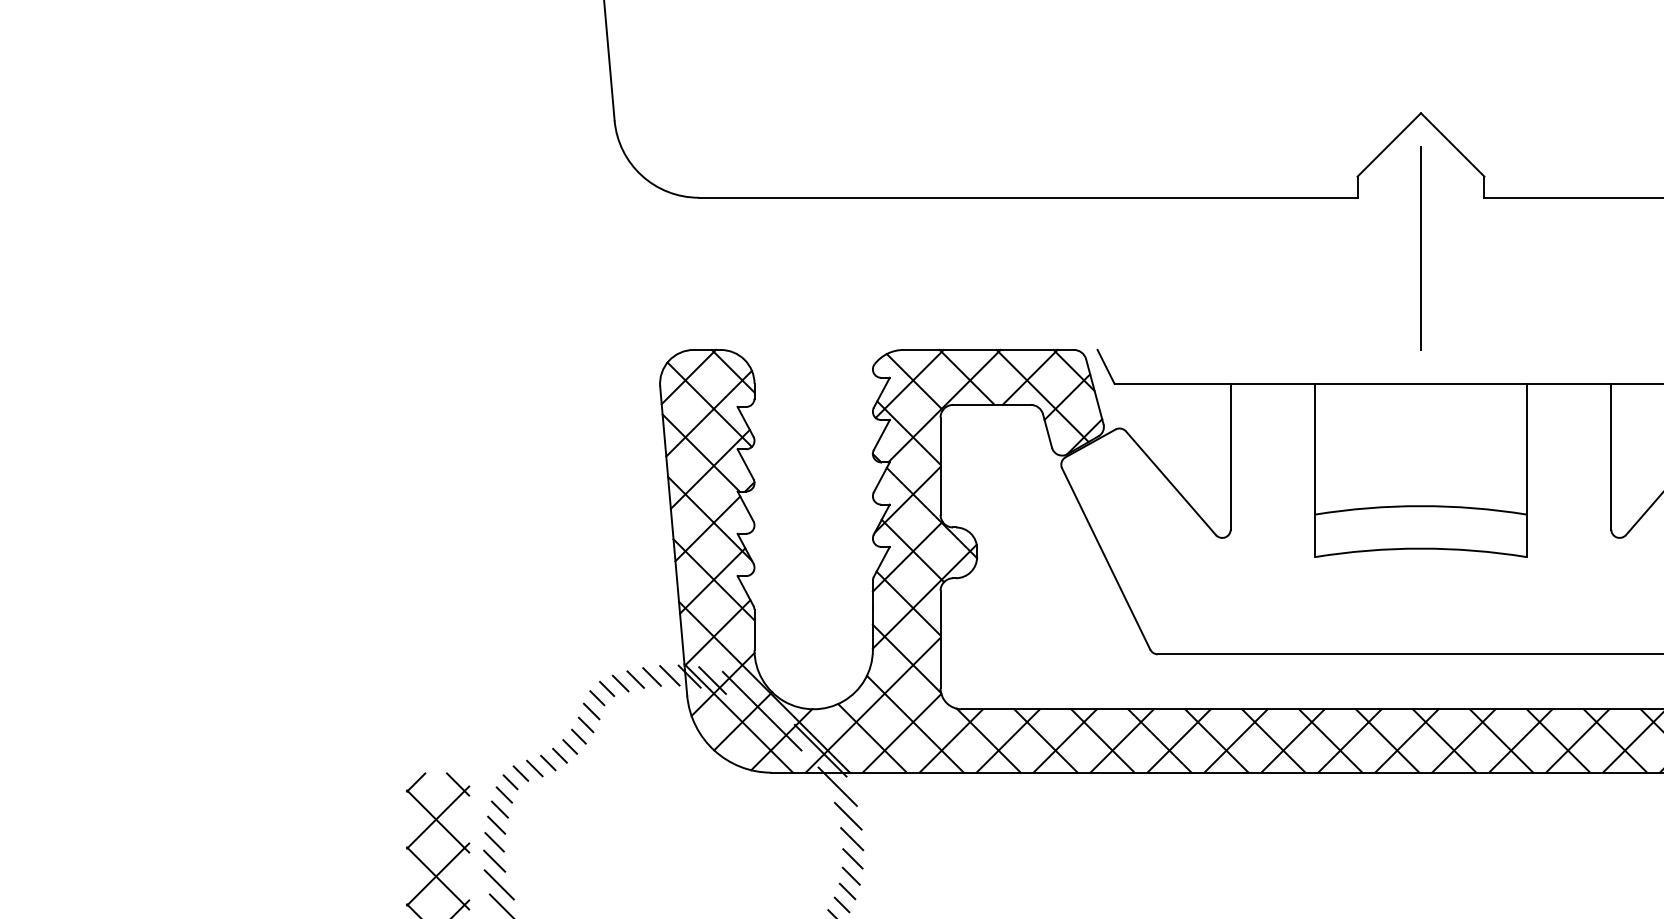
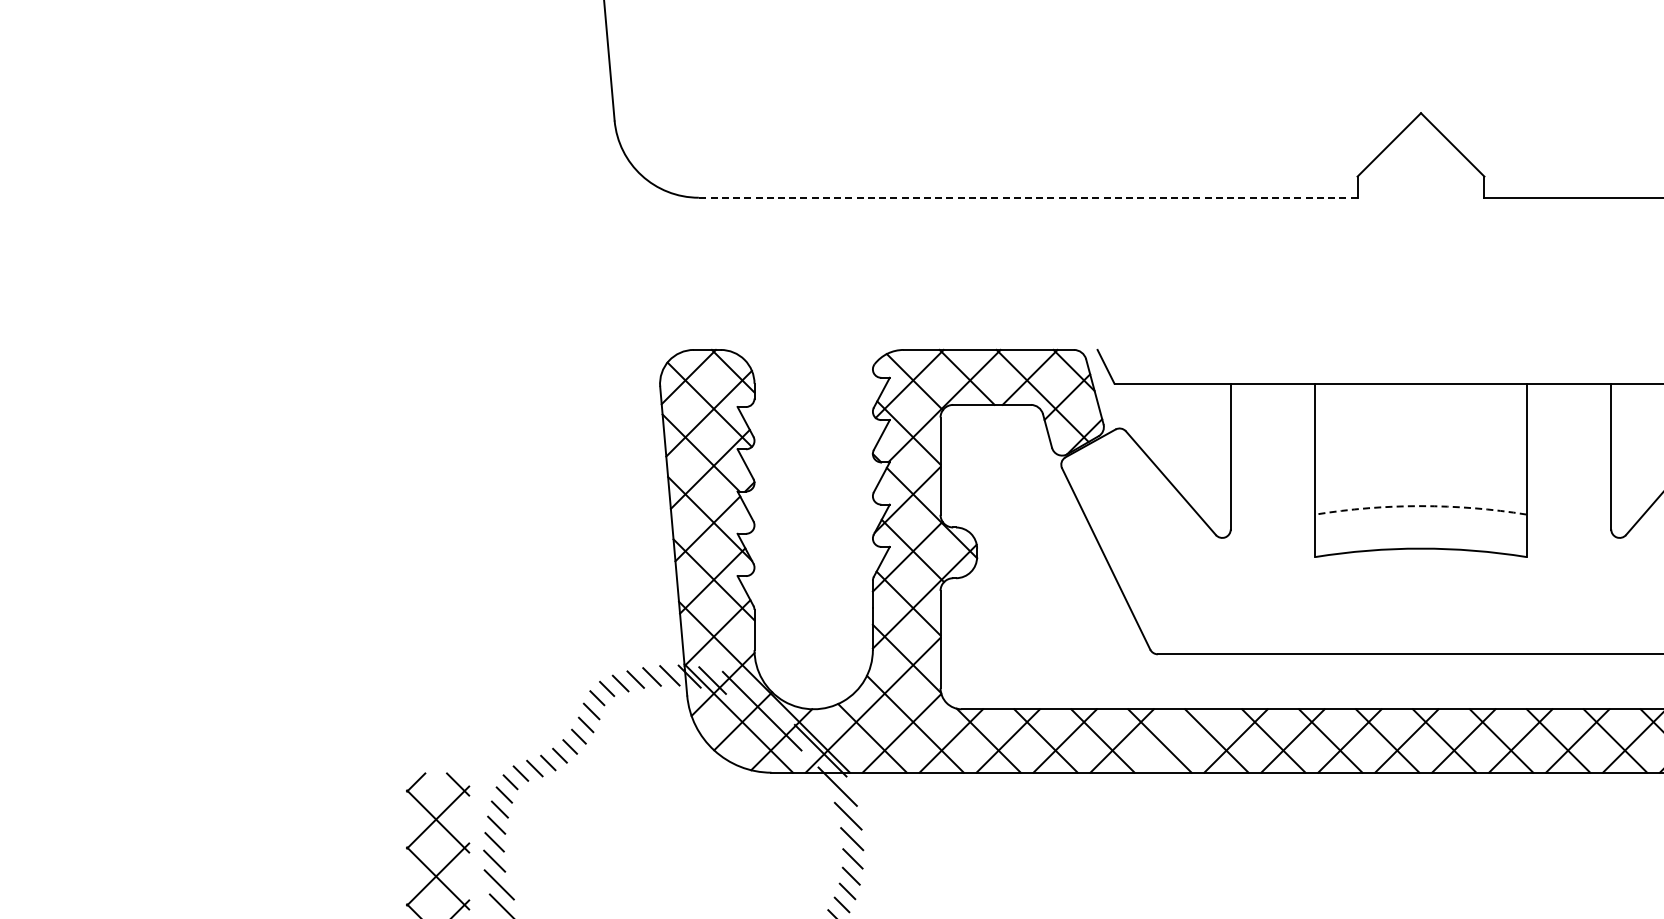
line at (1027, 197): solid -> dashed
line at (1420, 248): present -> none
arc at (1421, 506): solid -> dashed
line at (1178, 740): present -> none
